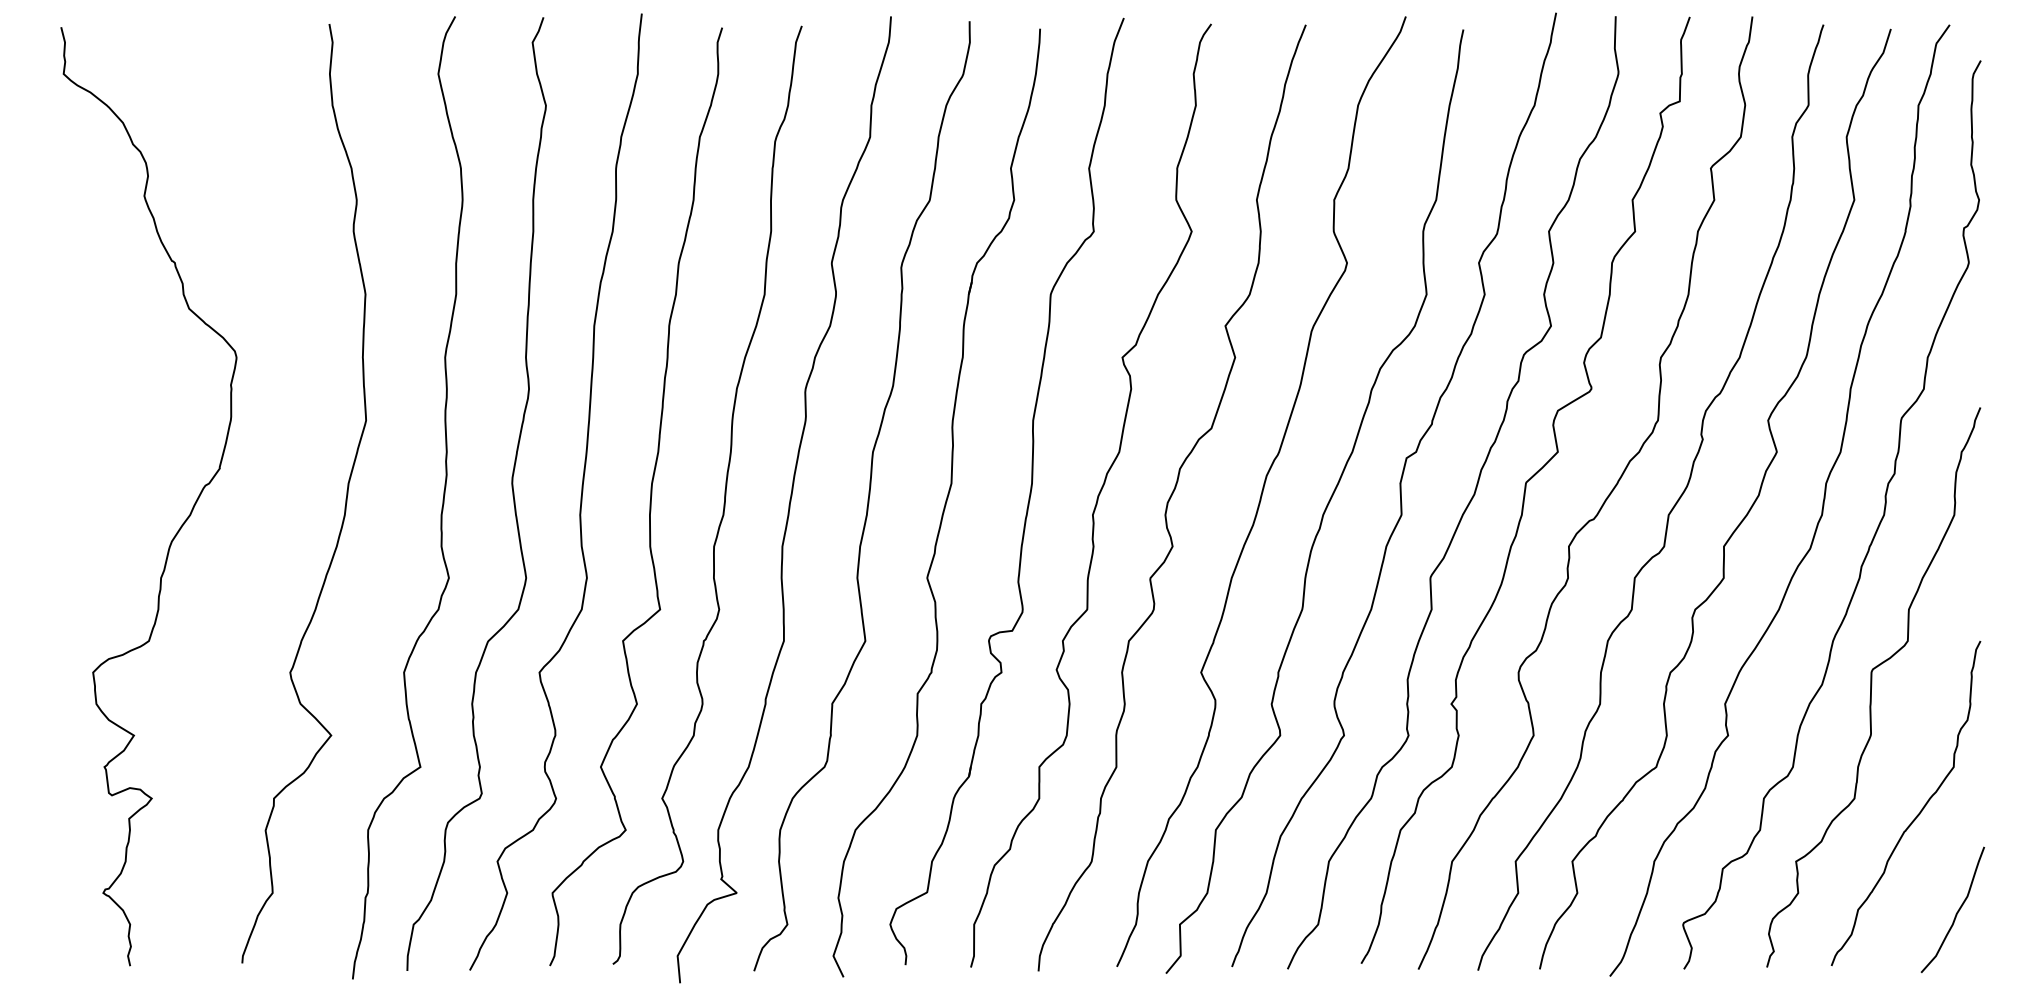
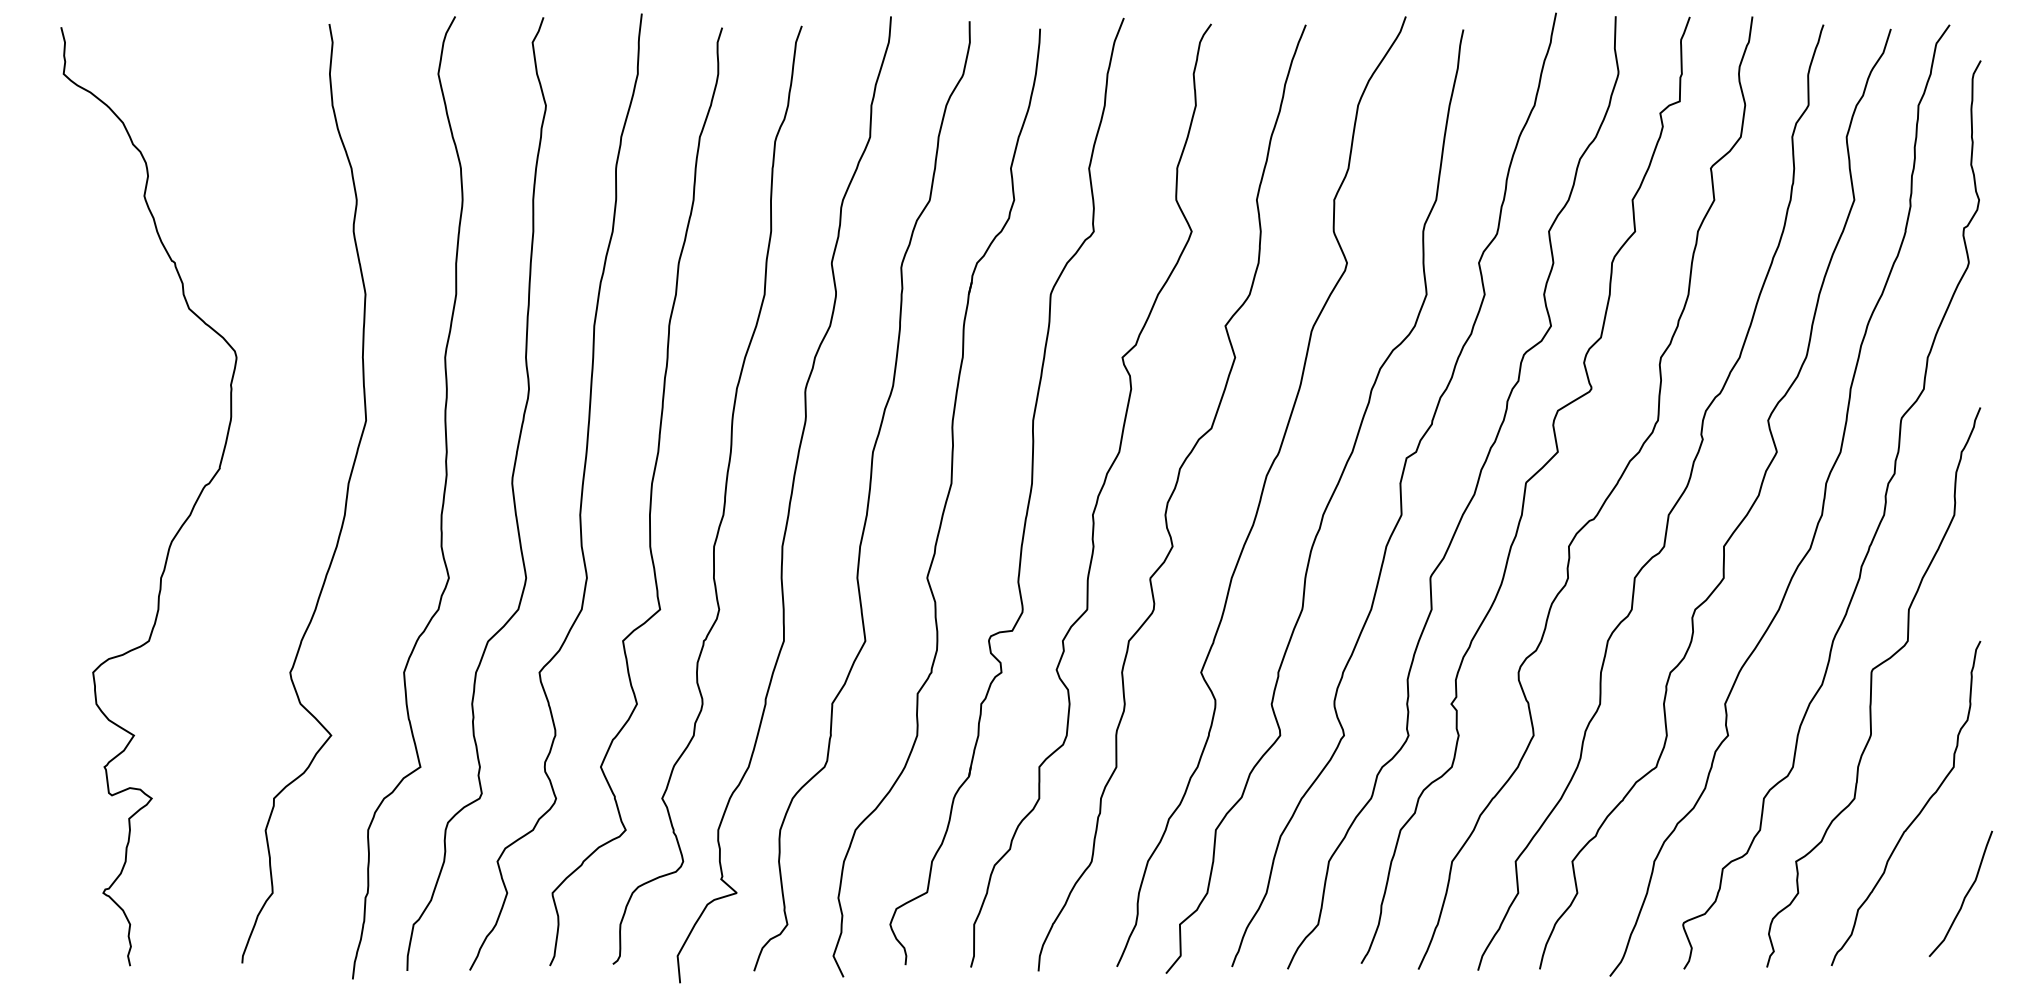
curve at (1956, 912) position: (1956, 912) -> (1964, 896)
